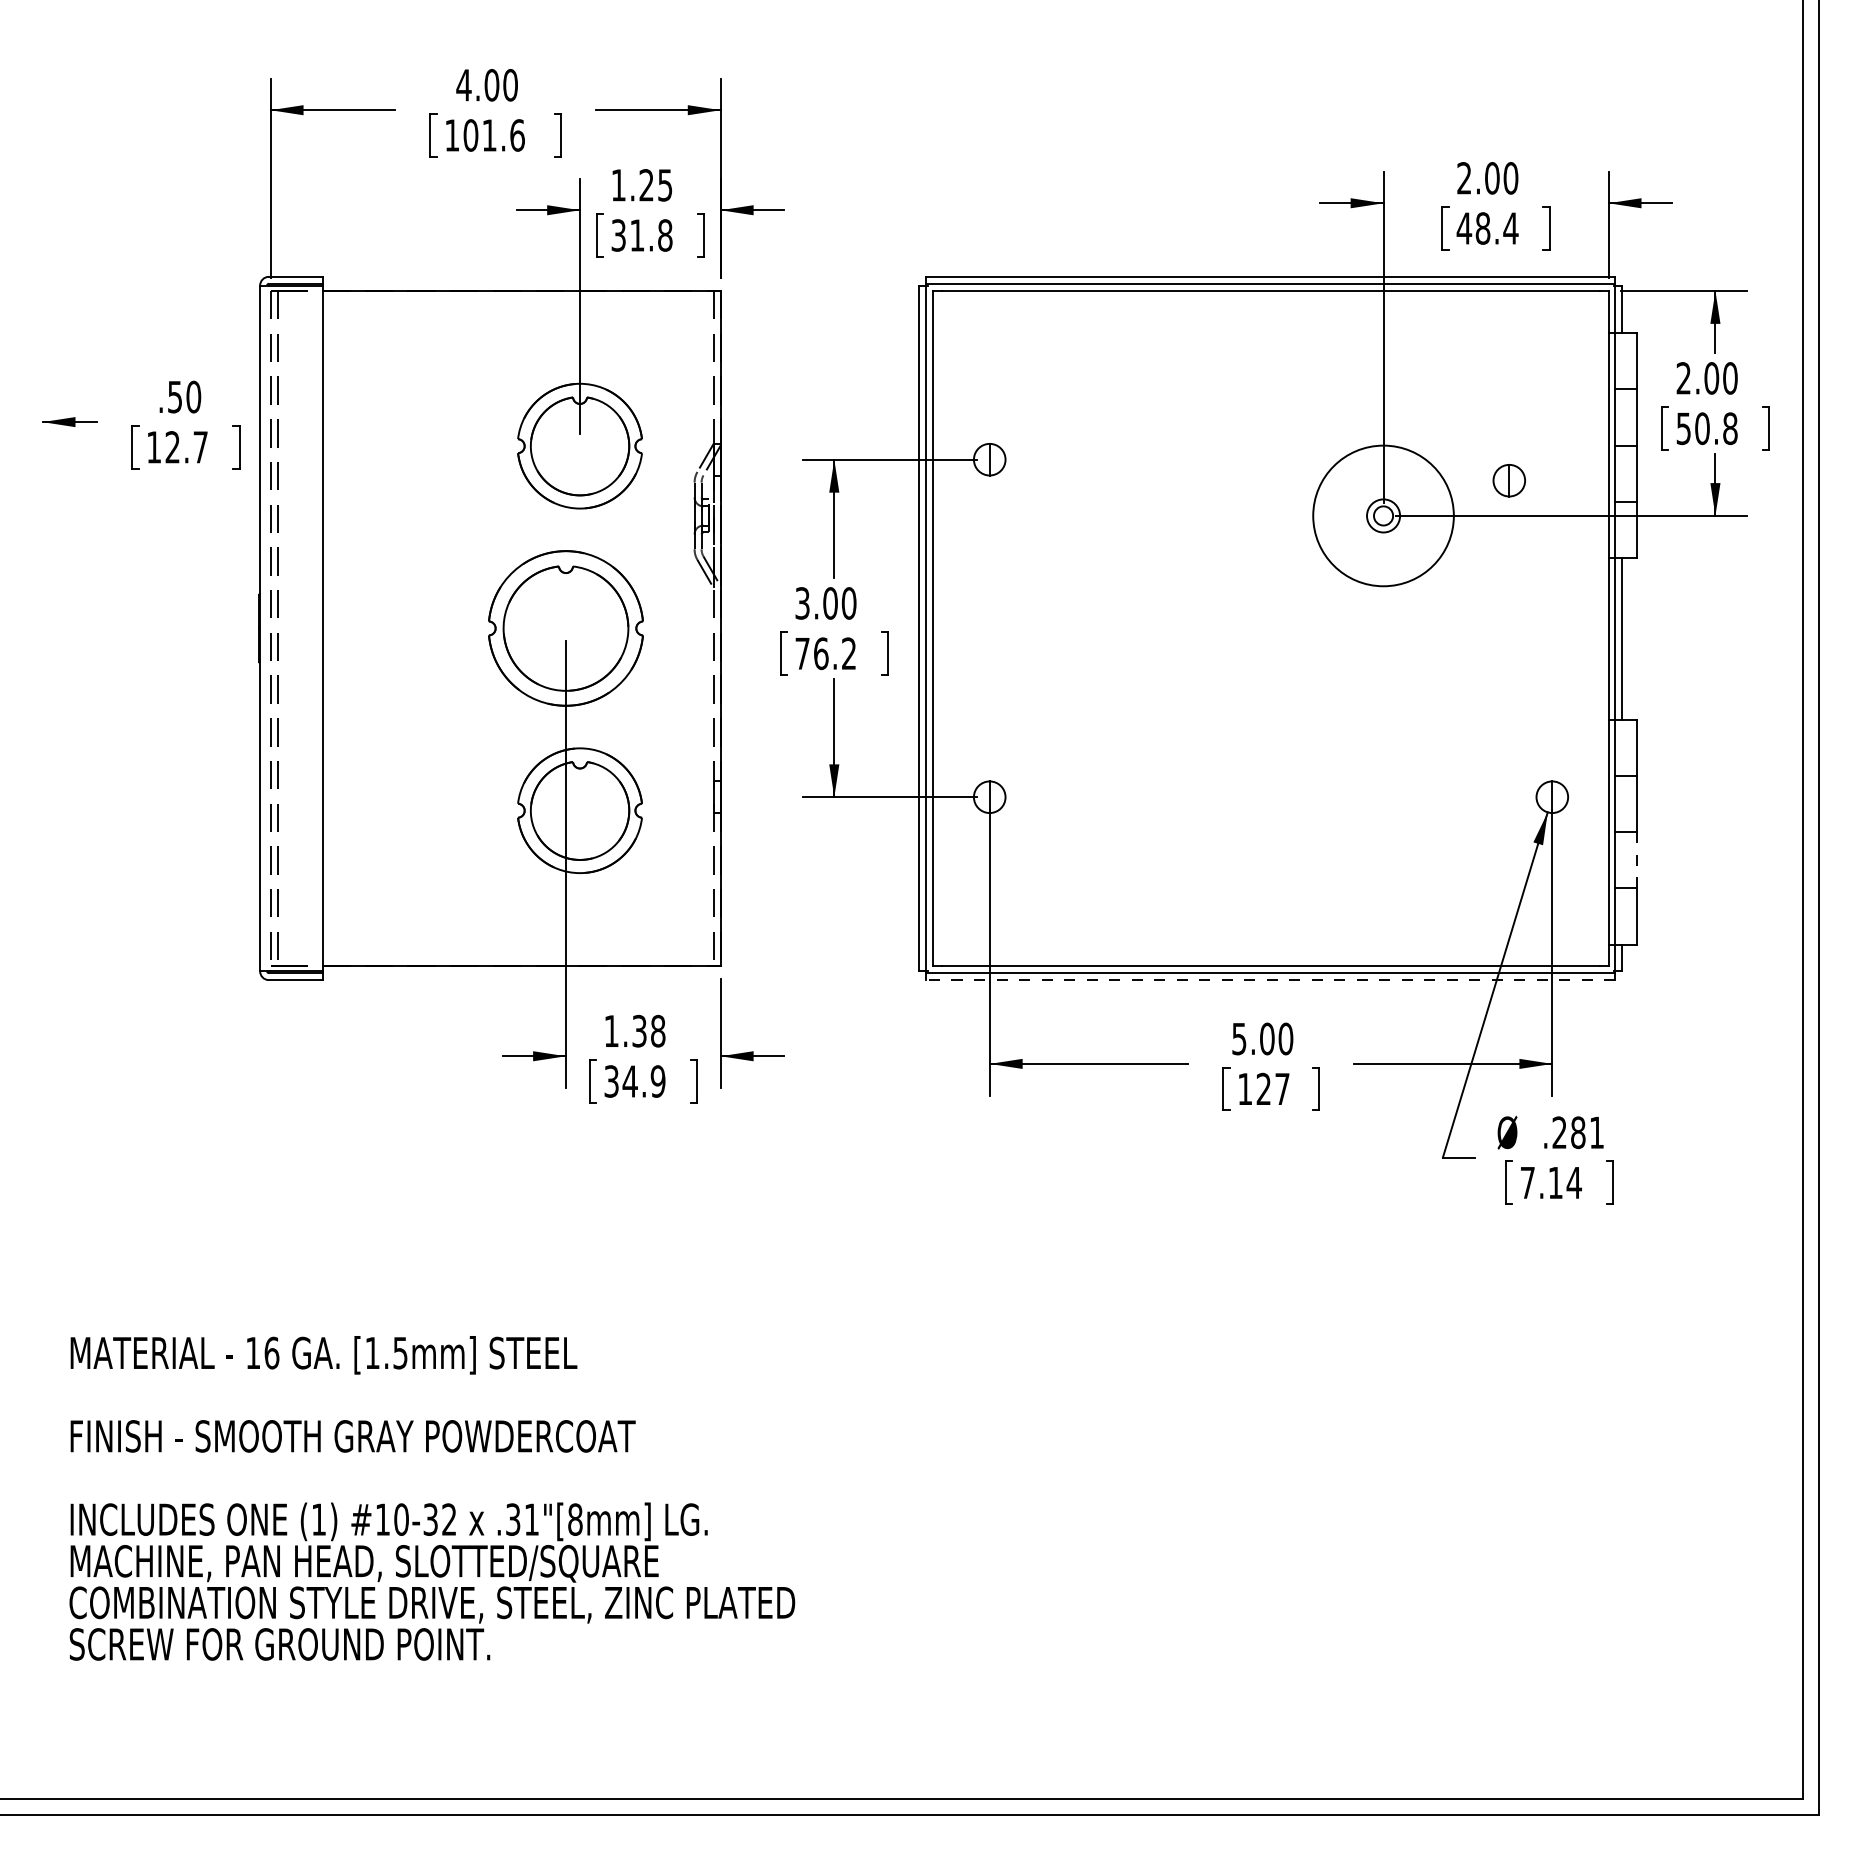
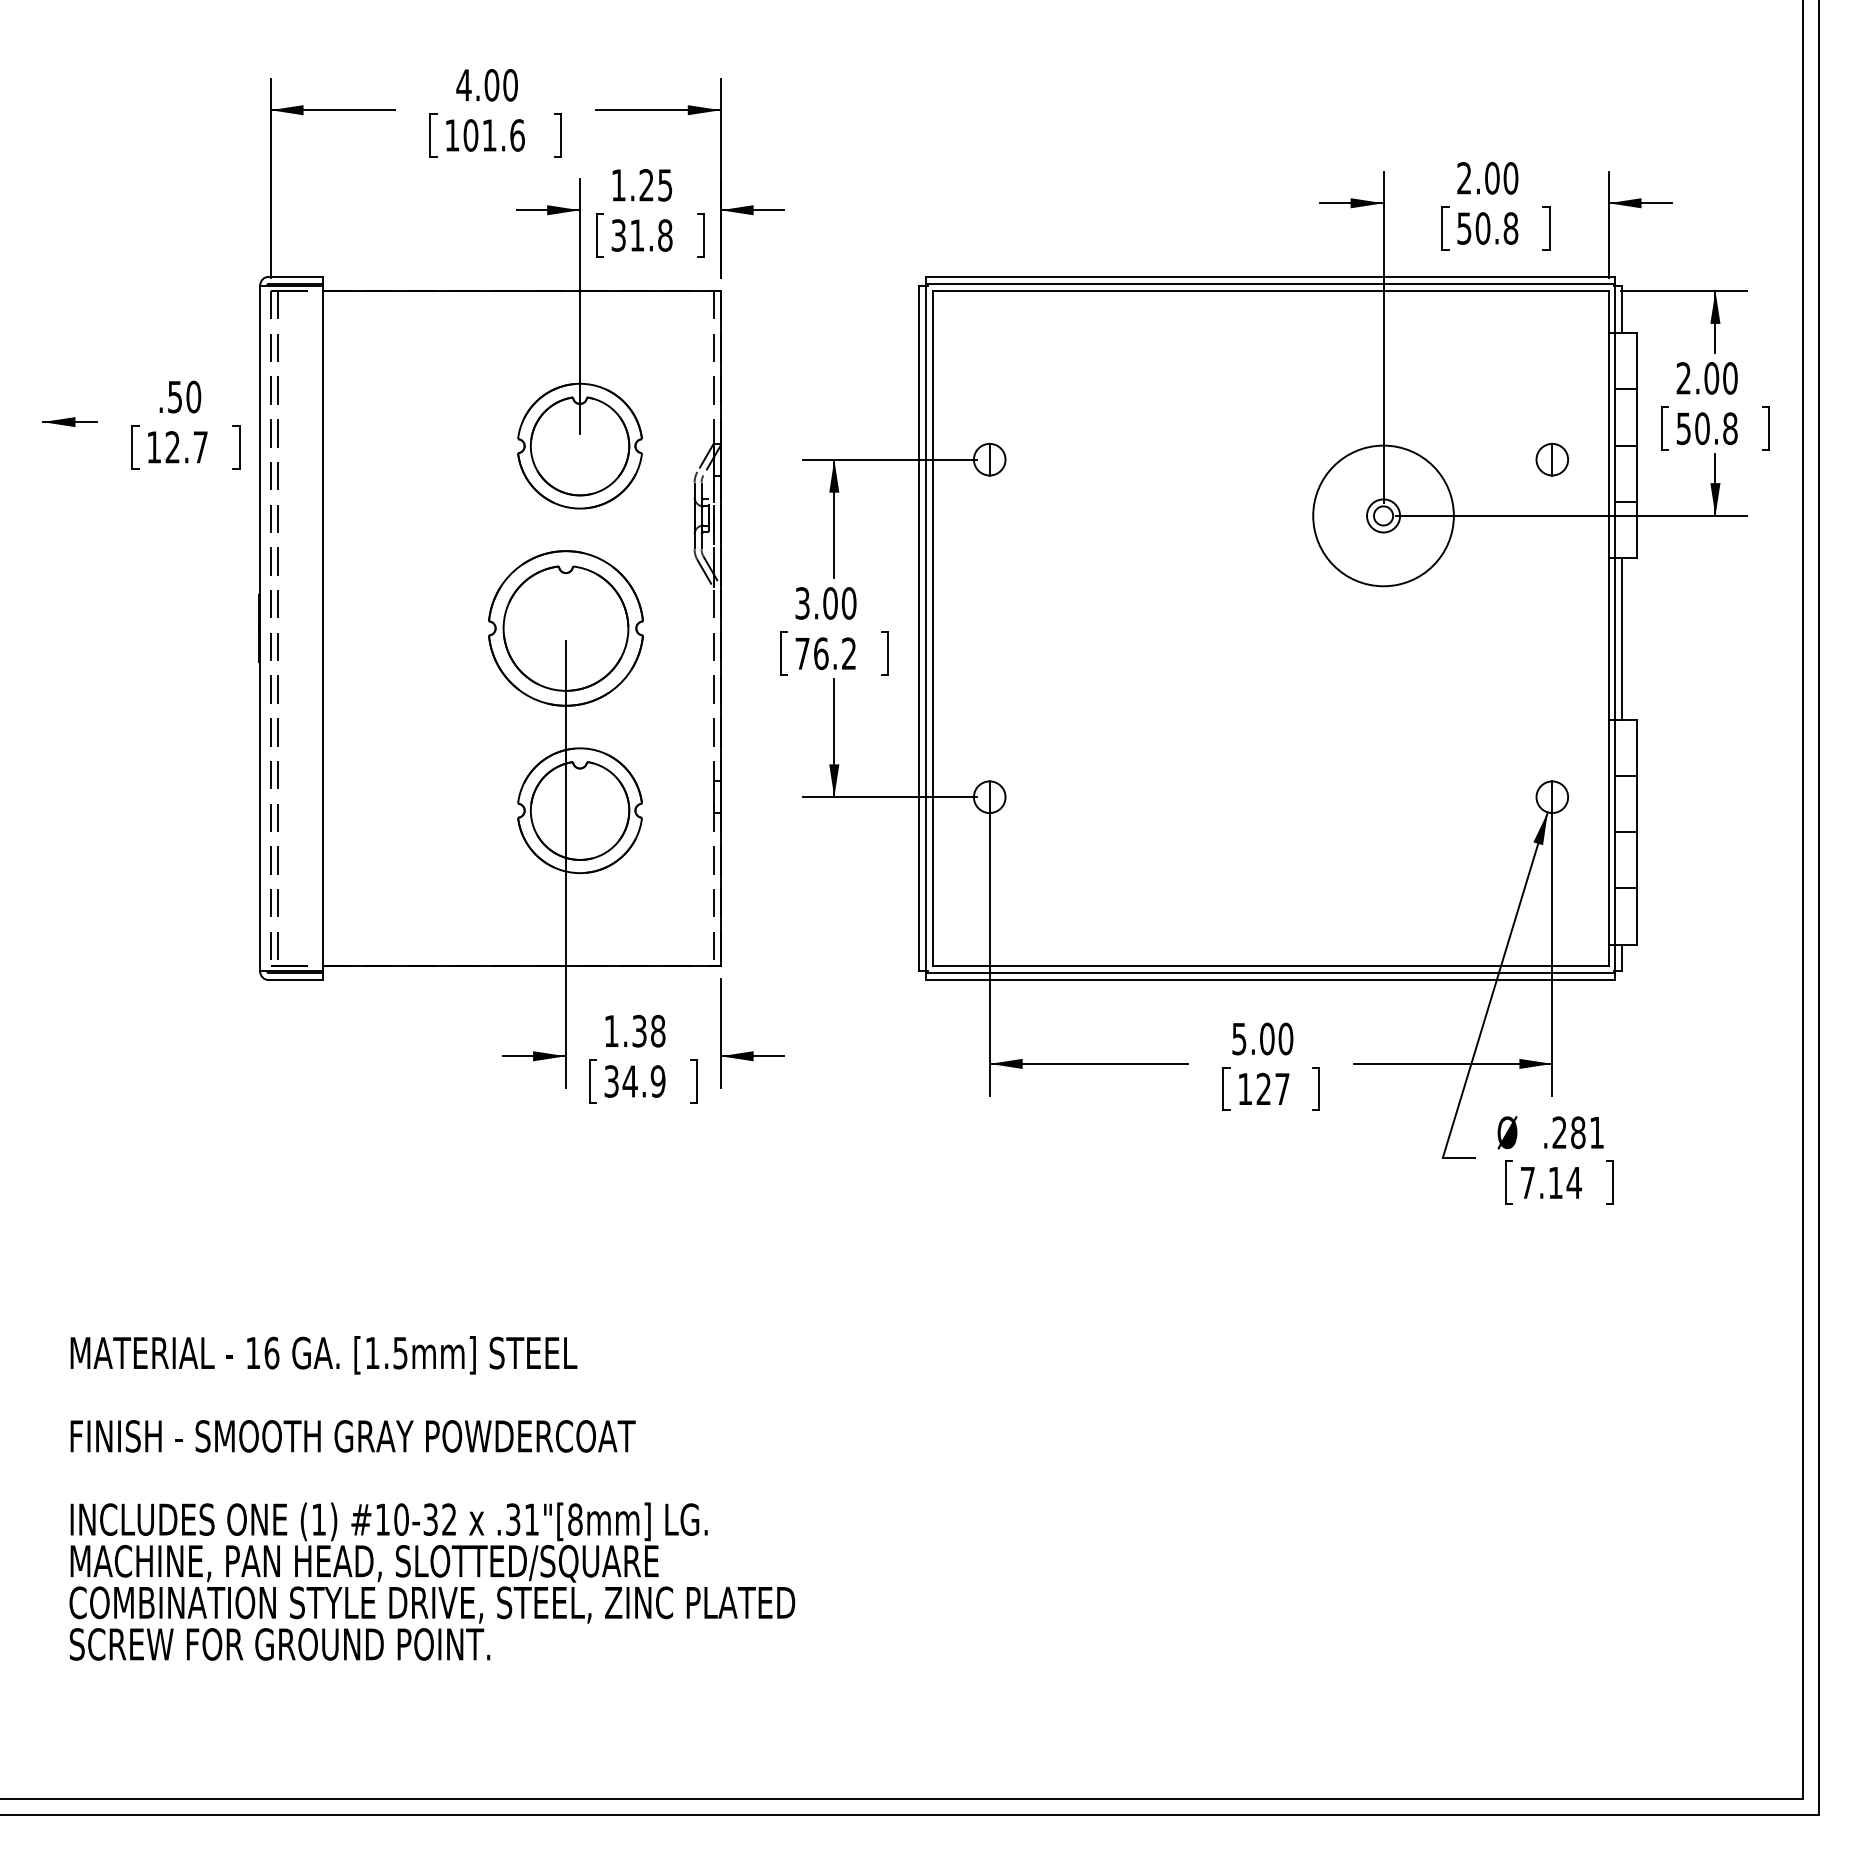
text at (1487, 228): 48.4 -> 50.8
part at (1508, 480) position: (1508, 480) -> (1551, 459)
line at (1636, 859): dashed -> solid
line at (1270, 980): dashed -> solid
